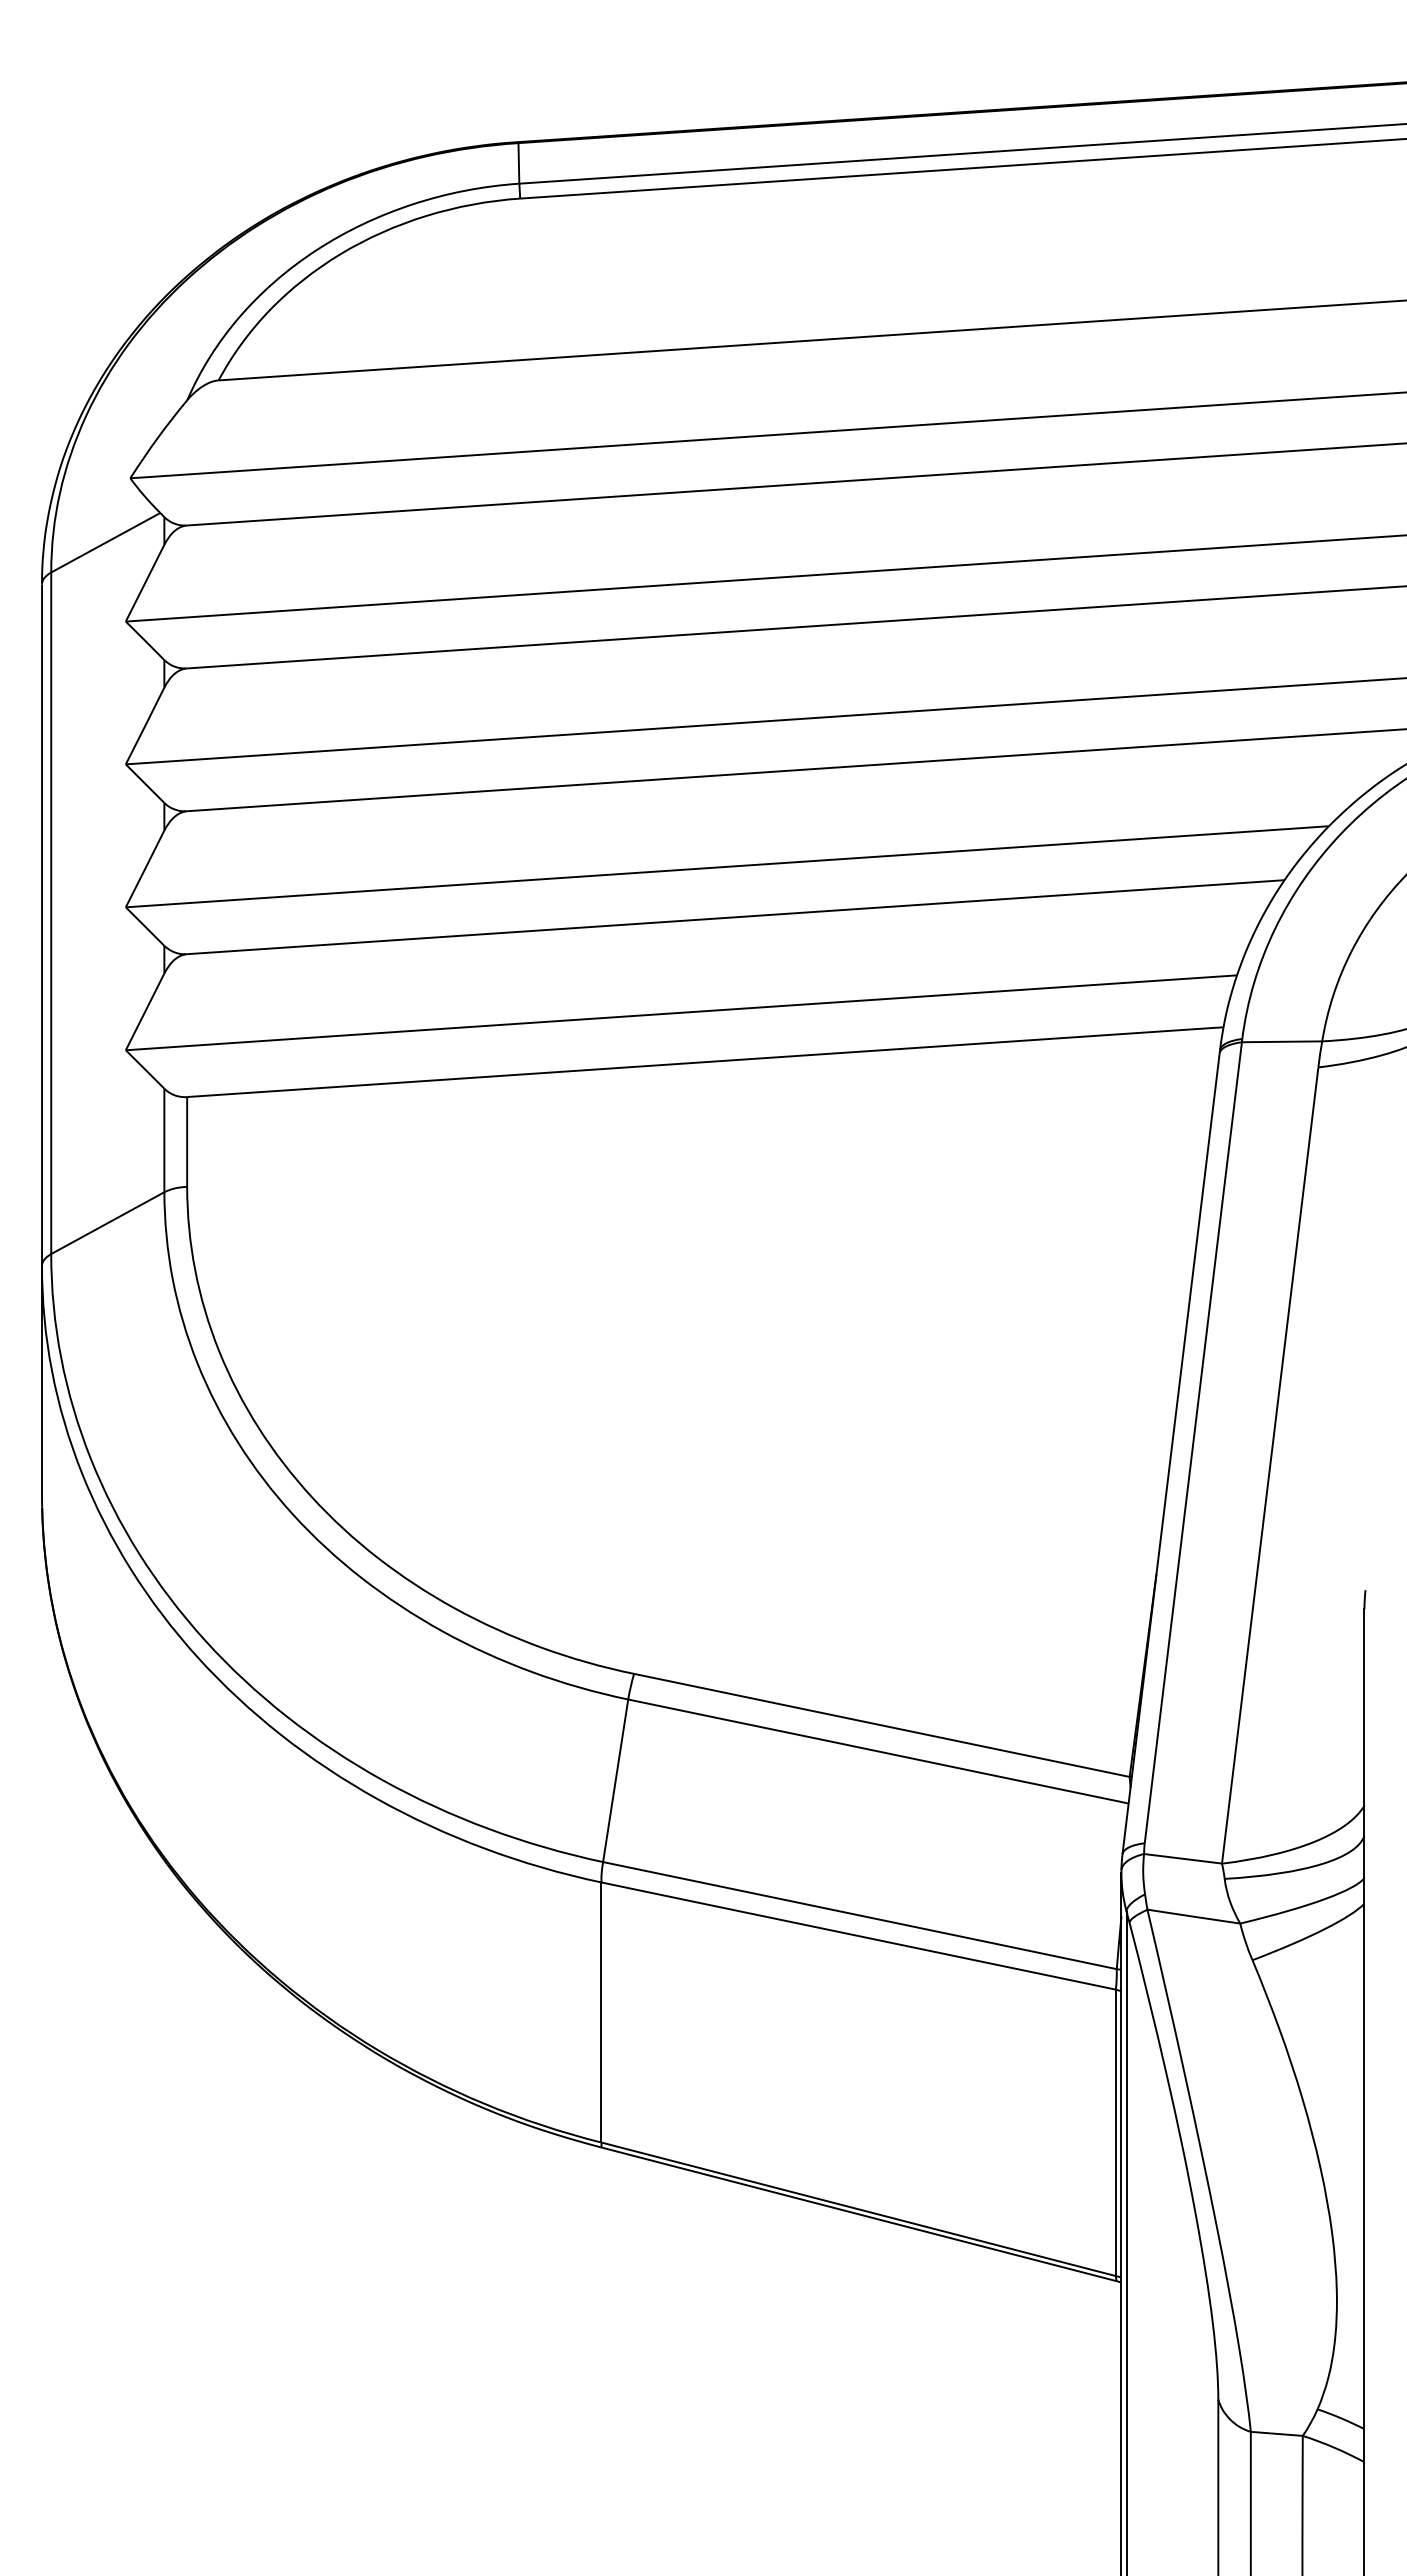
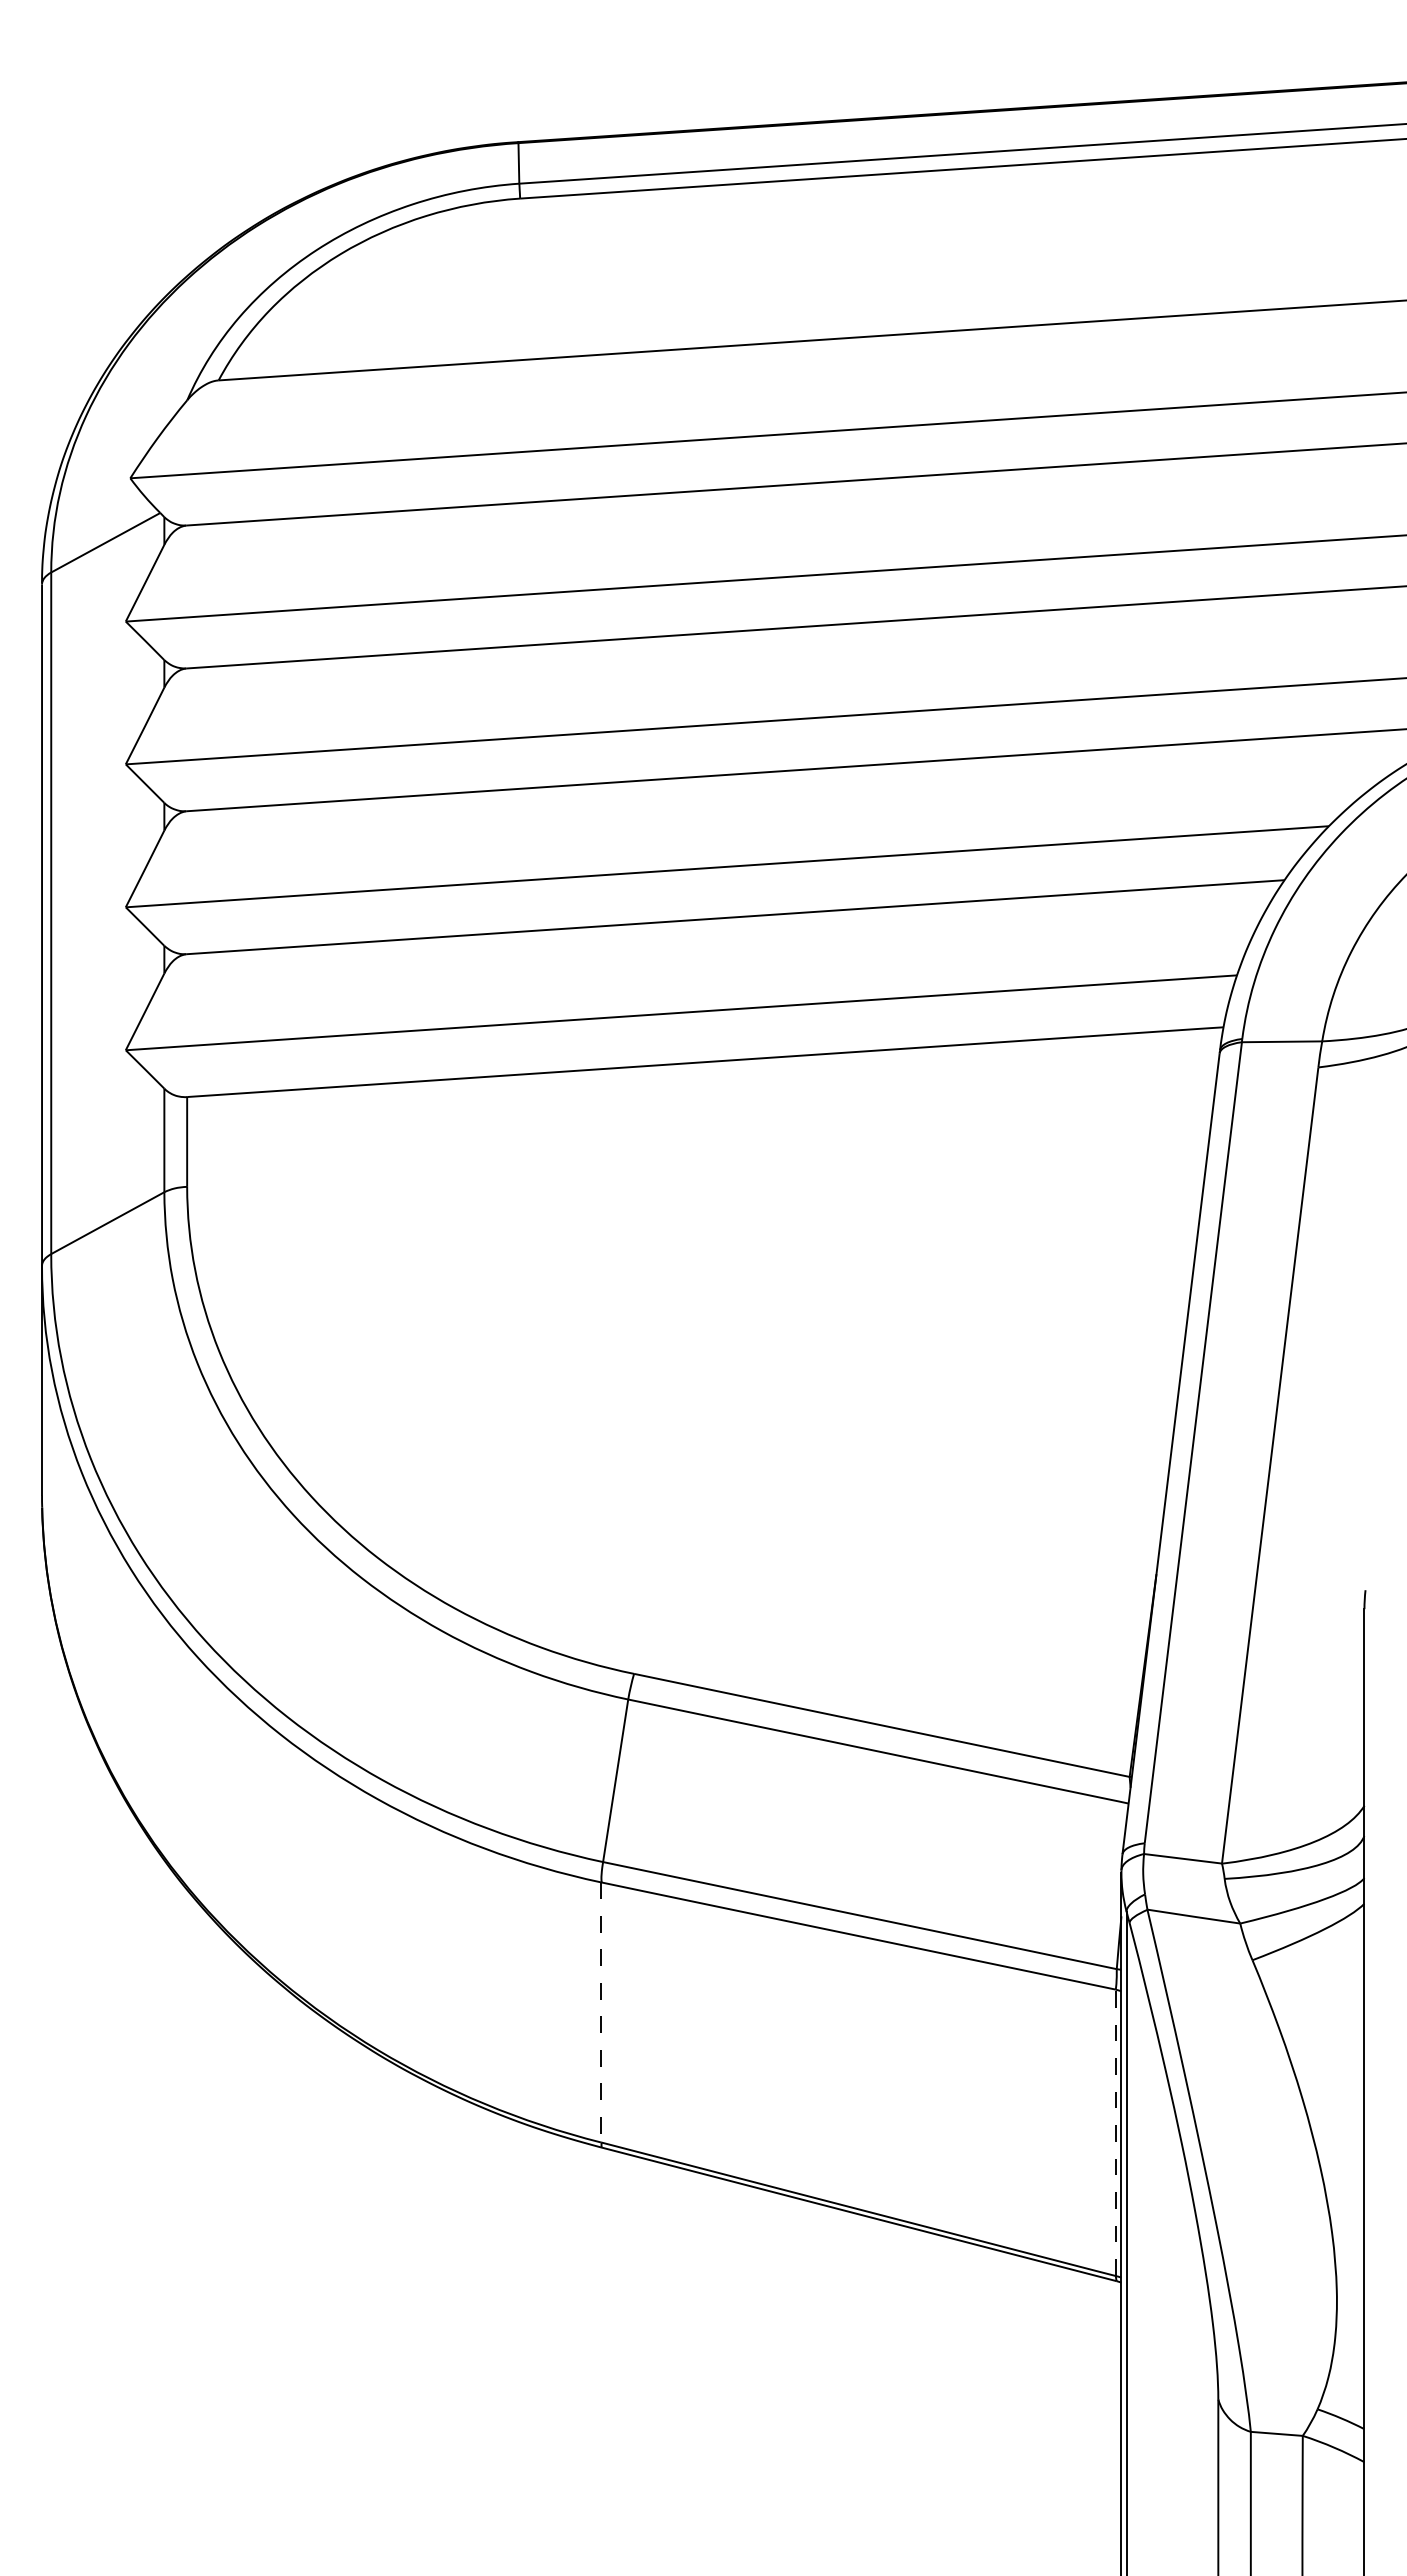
line at (600, 2012): solid -> dashed
line at (1115, 2132): solid -> dashed
